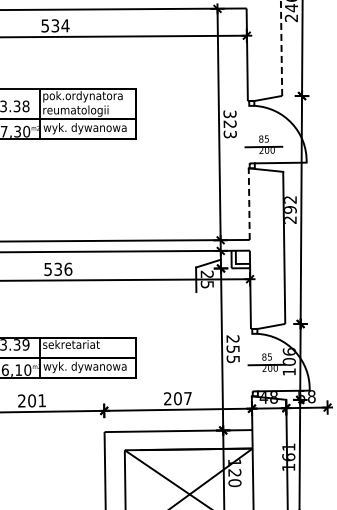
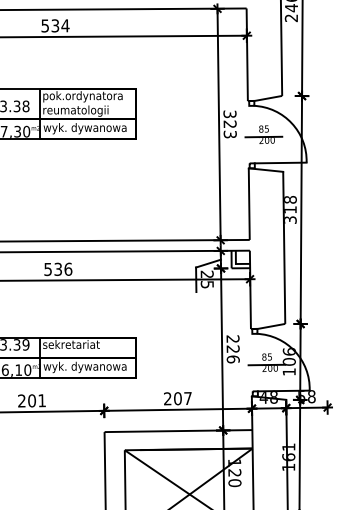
line at (281, 47): dashed -> solid
part at (263, 144) position: (263, 144) -> (263, 134)
line at (249, 204): dashed -> solid
text at (290, 209): 292 -> 318
text at (232, 354): 255 -> 226
